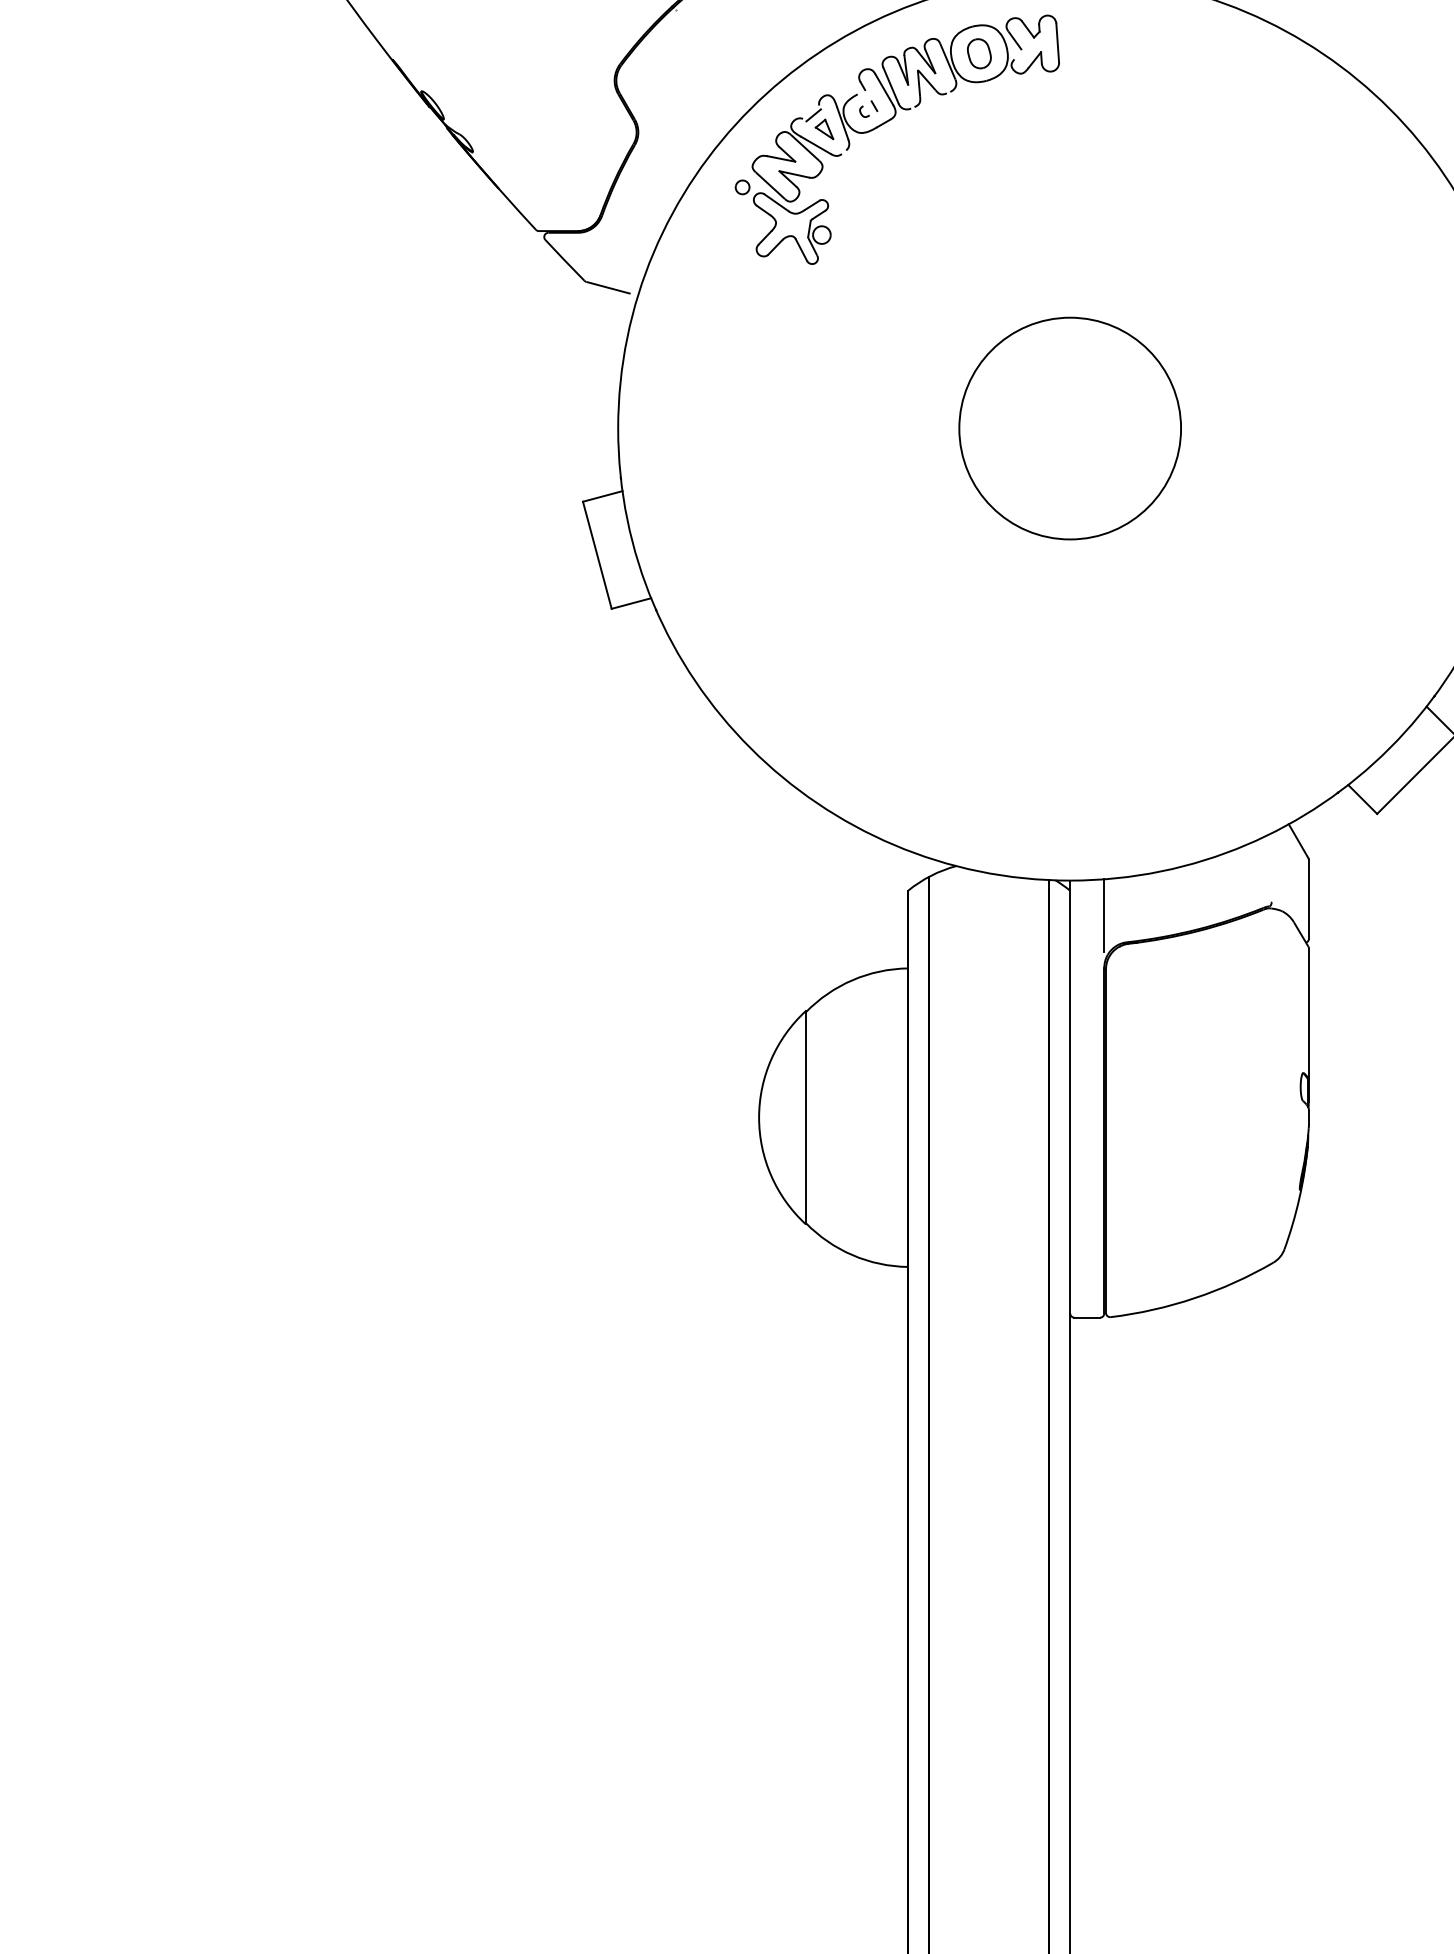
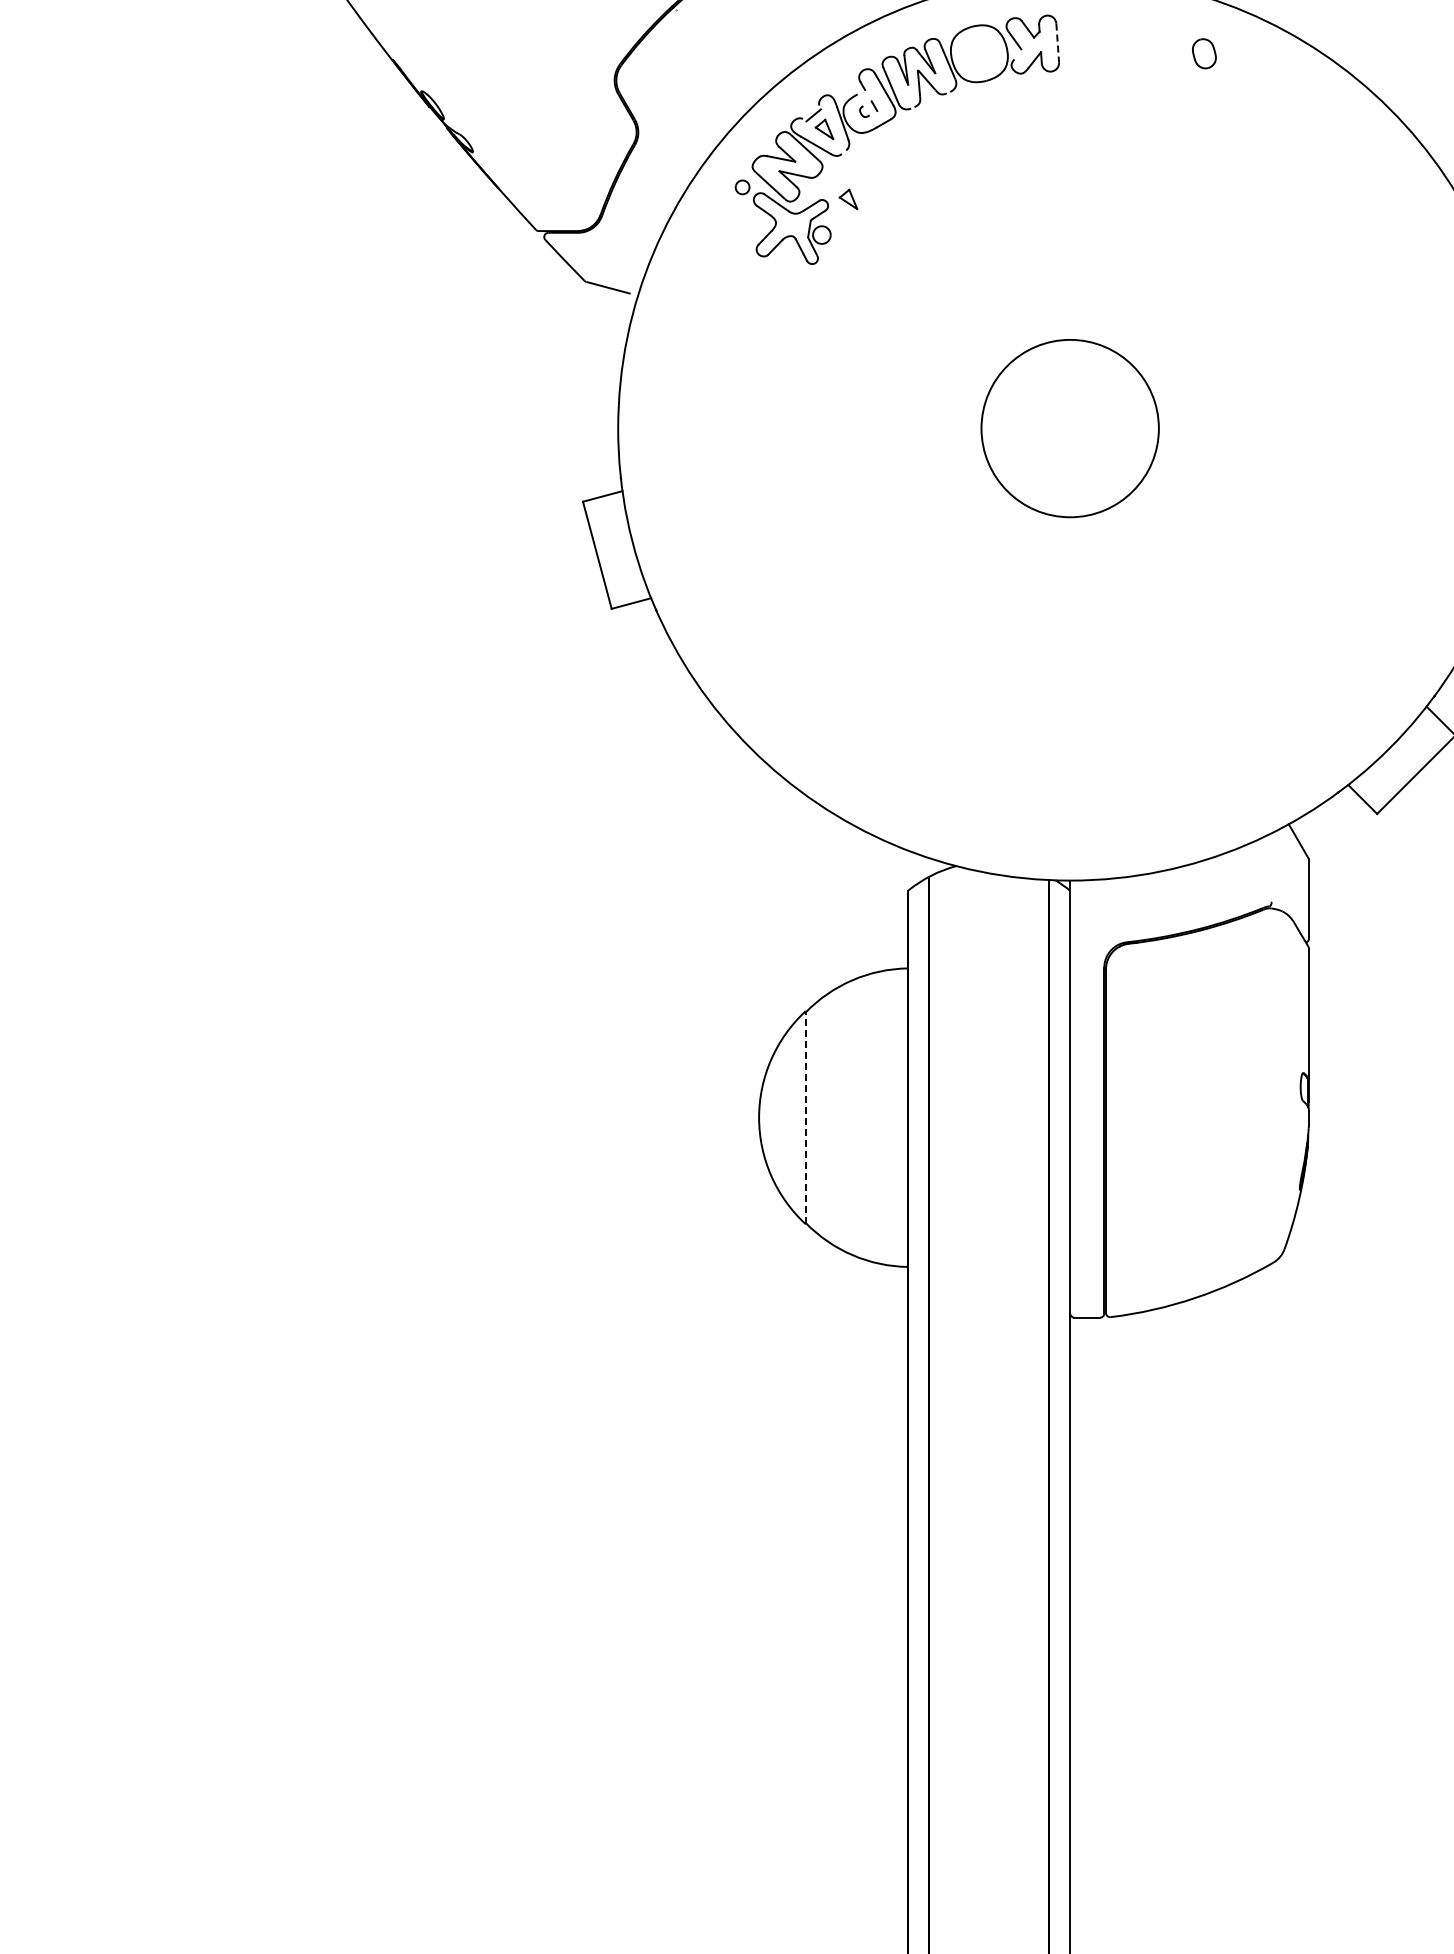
line at (1057, 43): solid -> dashed
part at (979, 53) position: (979, 53) -> (1204, 53)
part at (848, 199): none -> present
circle at (1070, 428) diameter: 222 px -> 177 px
line at (1104, 915): present -> none
line at (805, 1117): solid -> dashed
